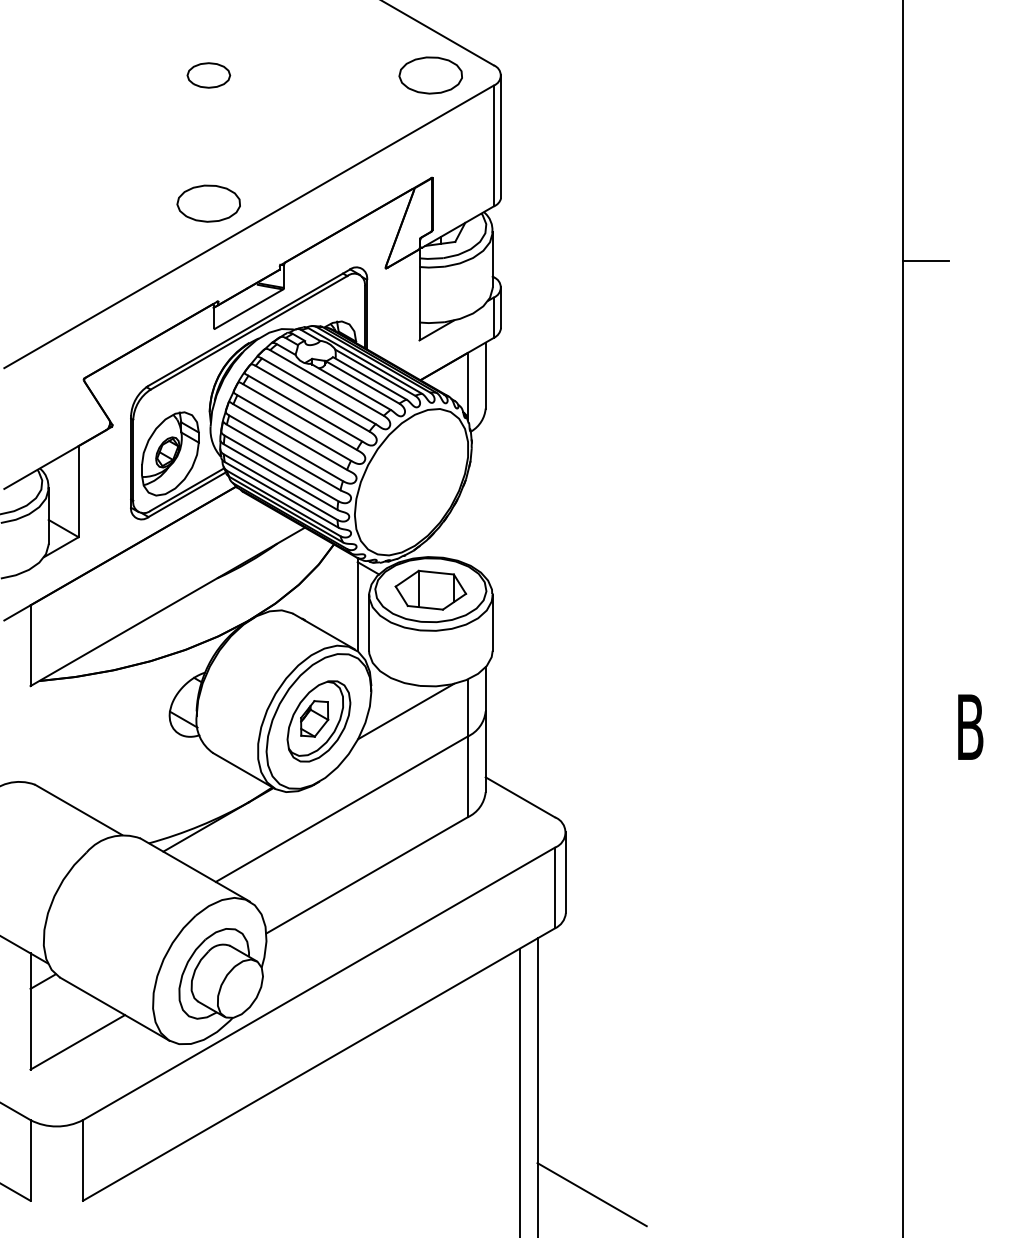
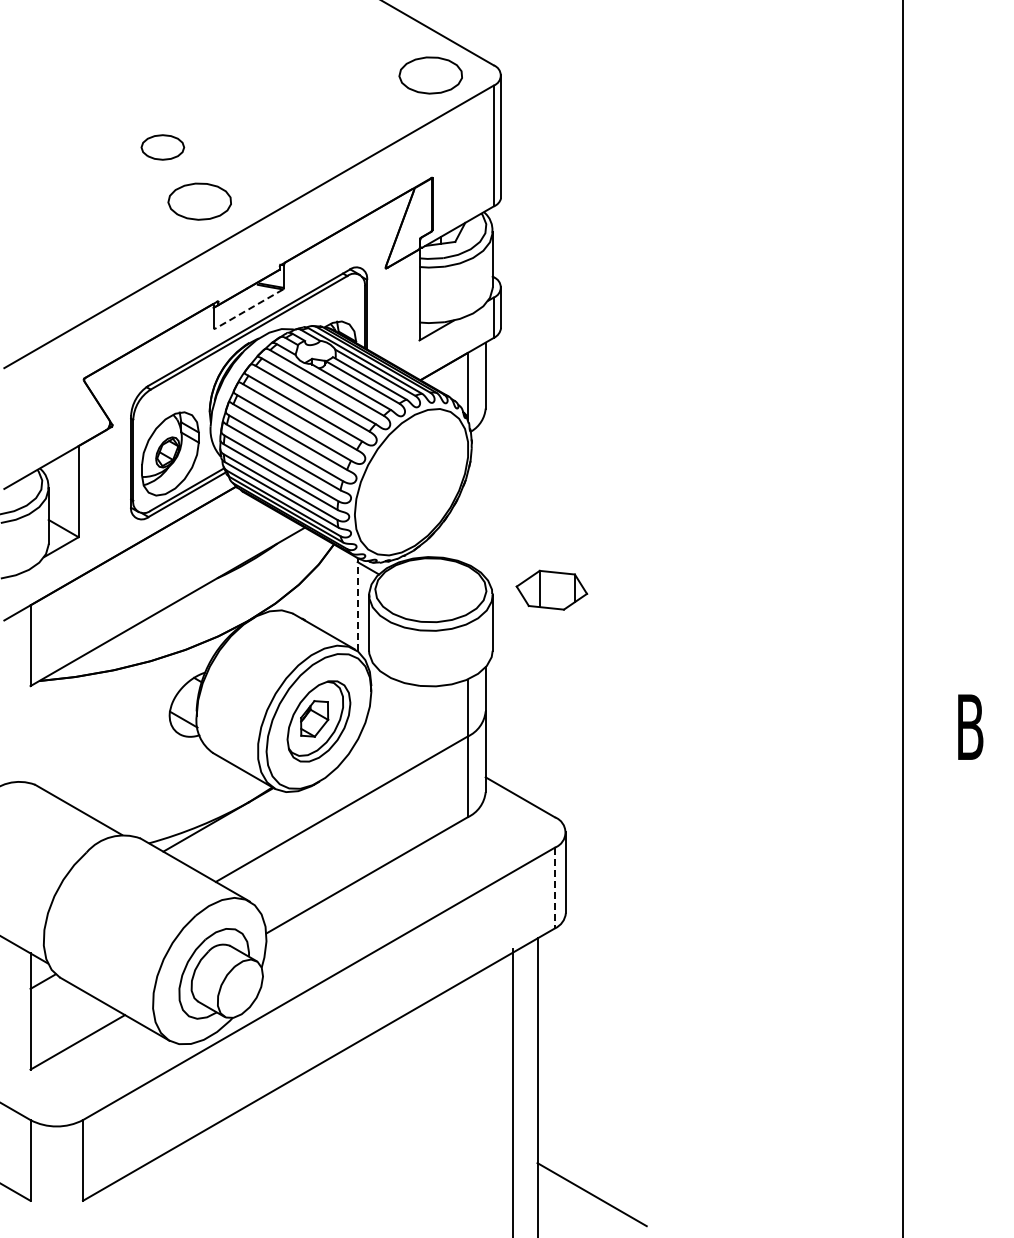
part at (208, 75) position: (208, 75) -> (162, 147)
part at (208, 203) position: (208, 203) -> (199, 201)
line at (925, 260): present -> none
line at (248, 309): solid -> dashed
part at (430, 589) position: (430, 589) -> (551, 589)
line at (357, 603): solid -> dashed
line at (405, 711): present -> none
line at (555, 888): solid -> dashed
line at (520, 1091) position: (520, 1091) -> (513, 1091)
